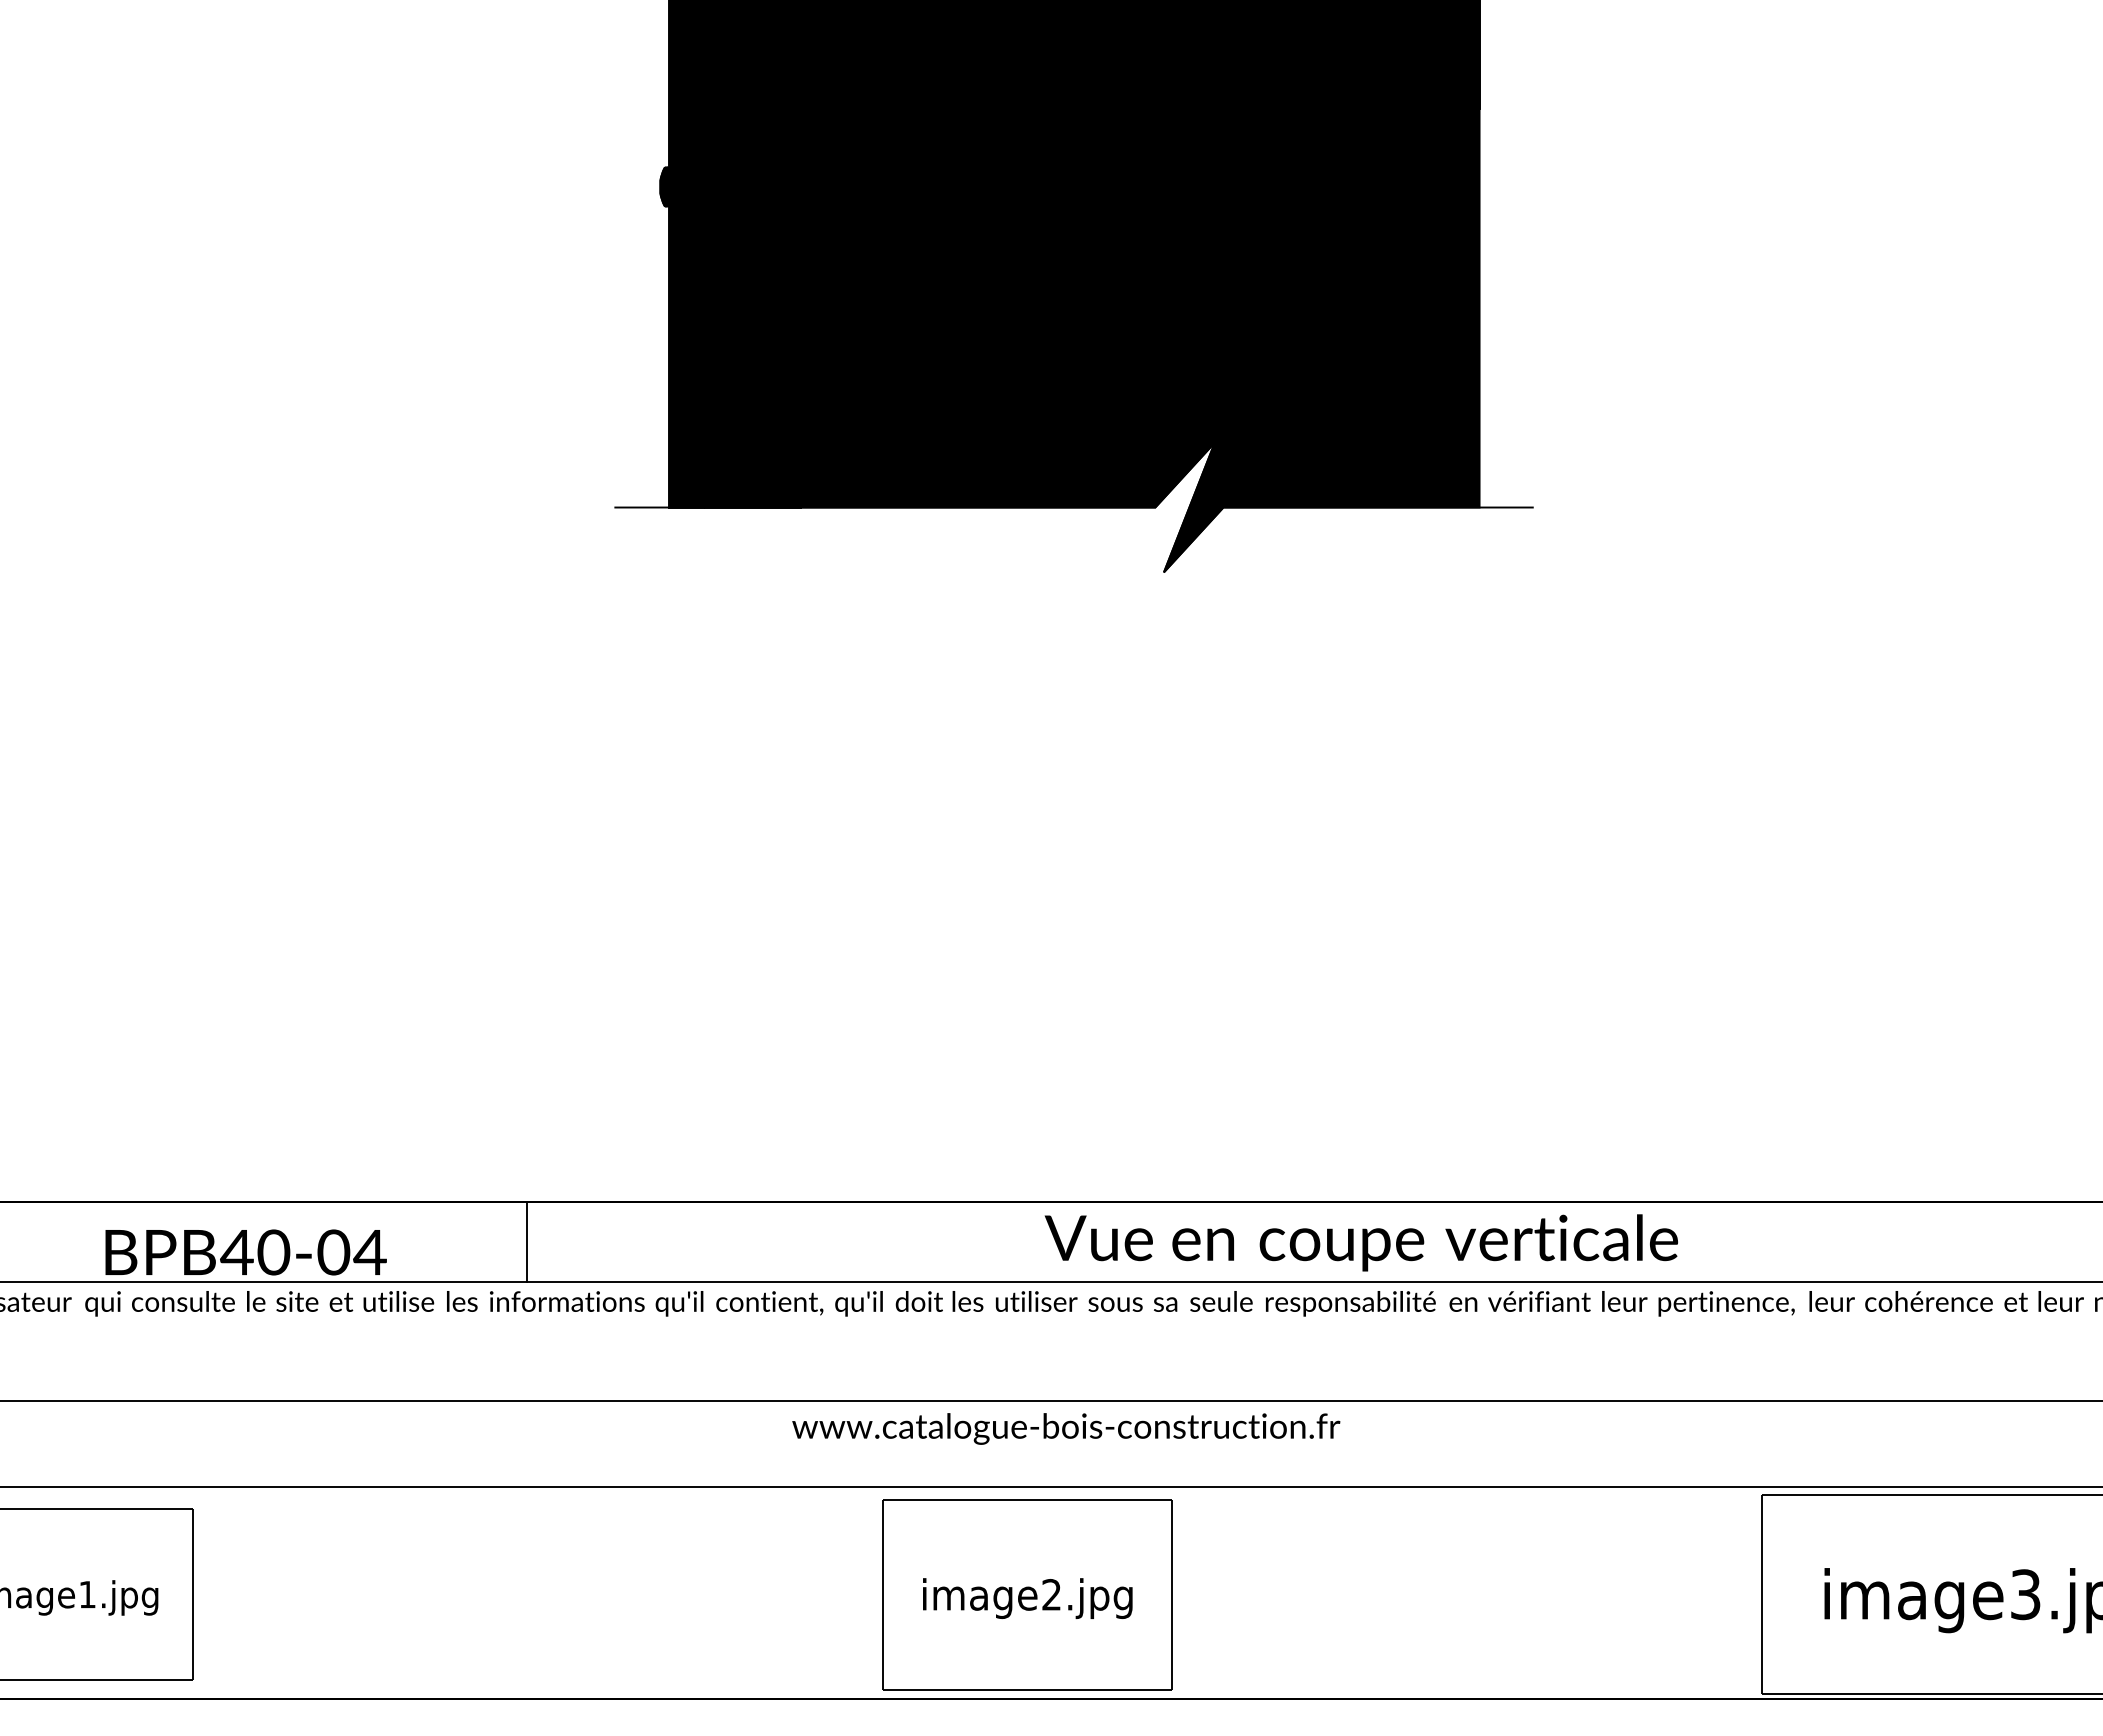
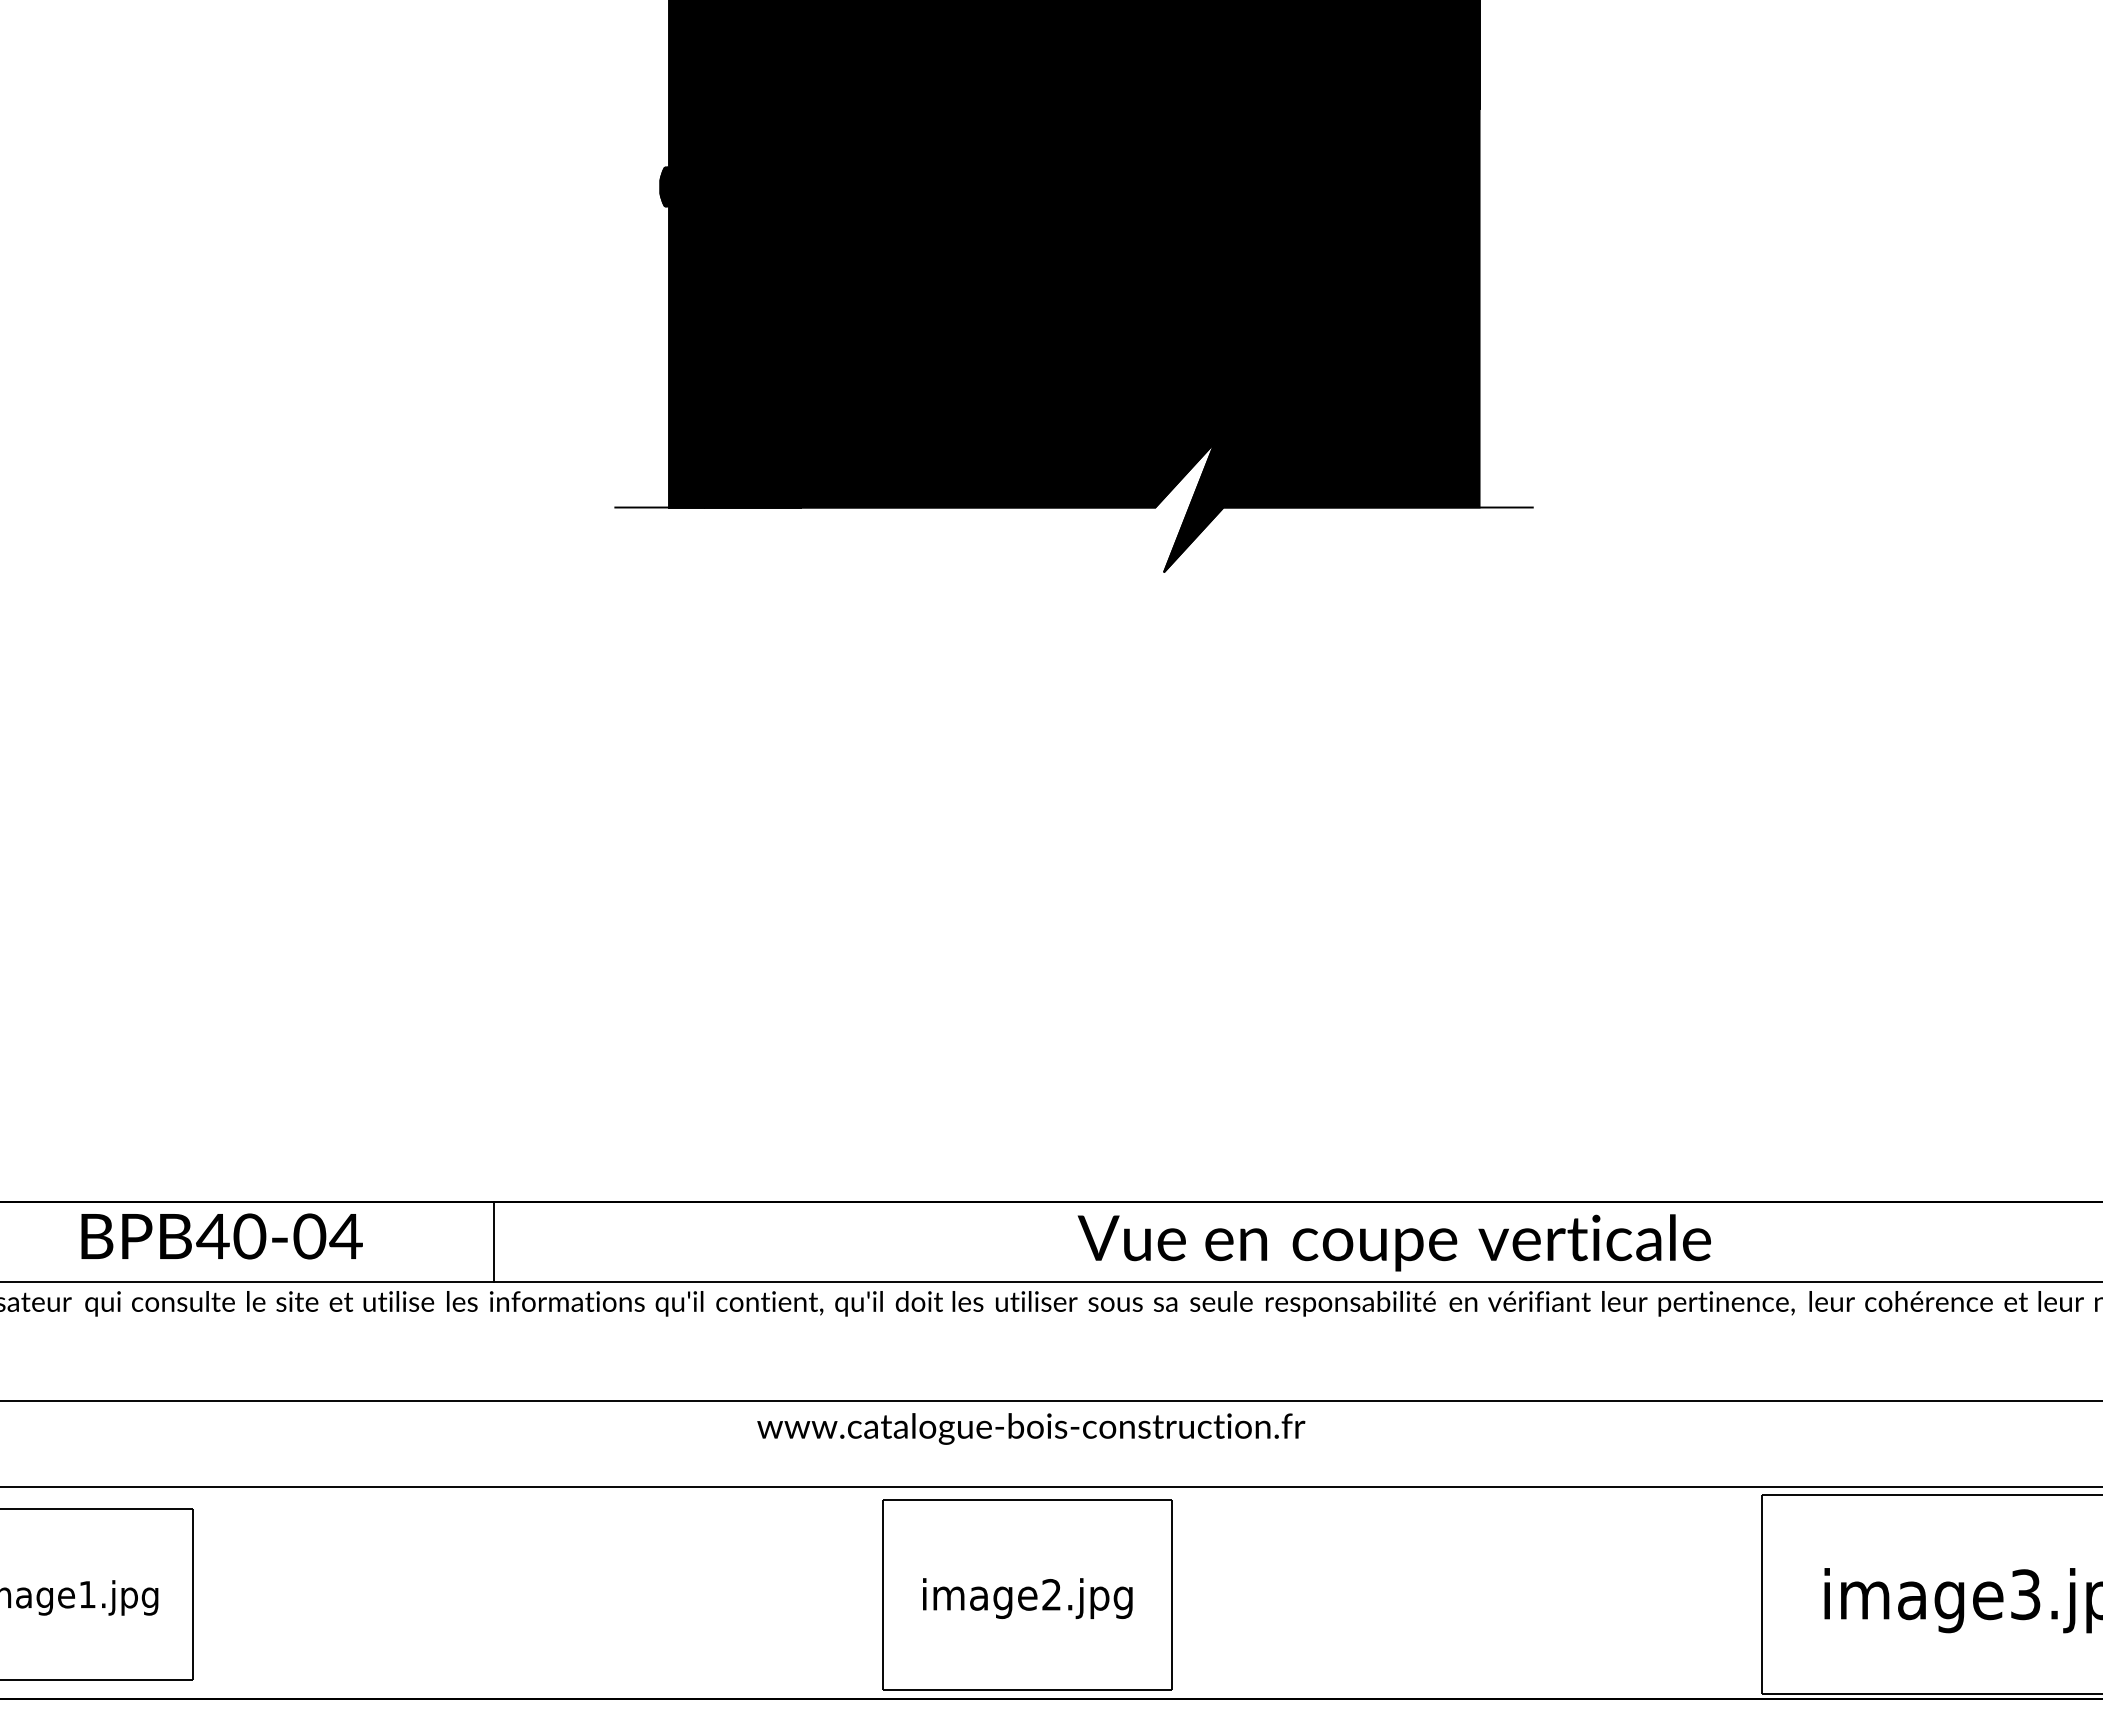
line at (526, 1241) position: (526, 1241) -> (493, 1241)
text at (1360, 1242) position: (1360, 1242) -> (1393, 1242)
text at (245, 1252) position: (245, 1252) -> (221, 1236)
text at (1066, 1428) position: (1066, 1428) -> (1031, 1428)
